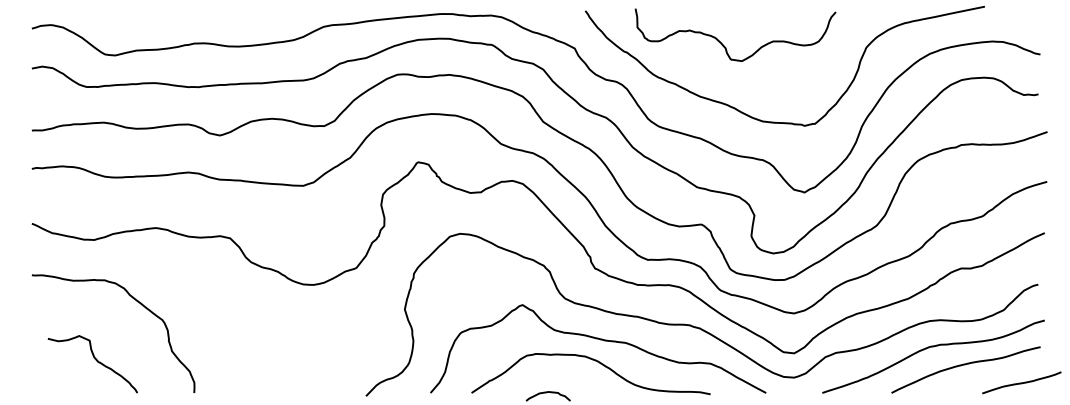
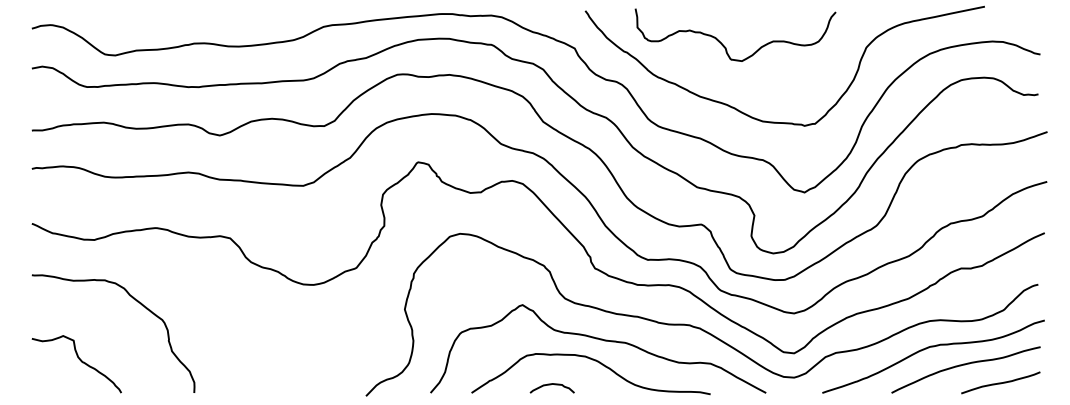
curve at (95, 360) position: (95, 360) -> (79, 360)
curve at (1021, 382) position: (1021, 382) -> (1000, 382)
curve at (547, 393) position: (547, 393) -> (551, 385)
